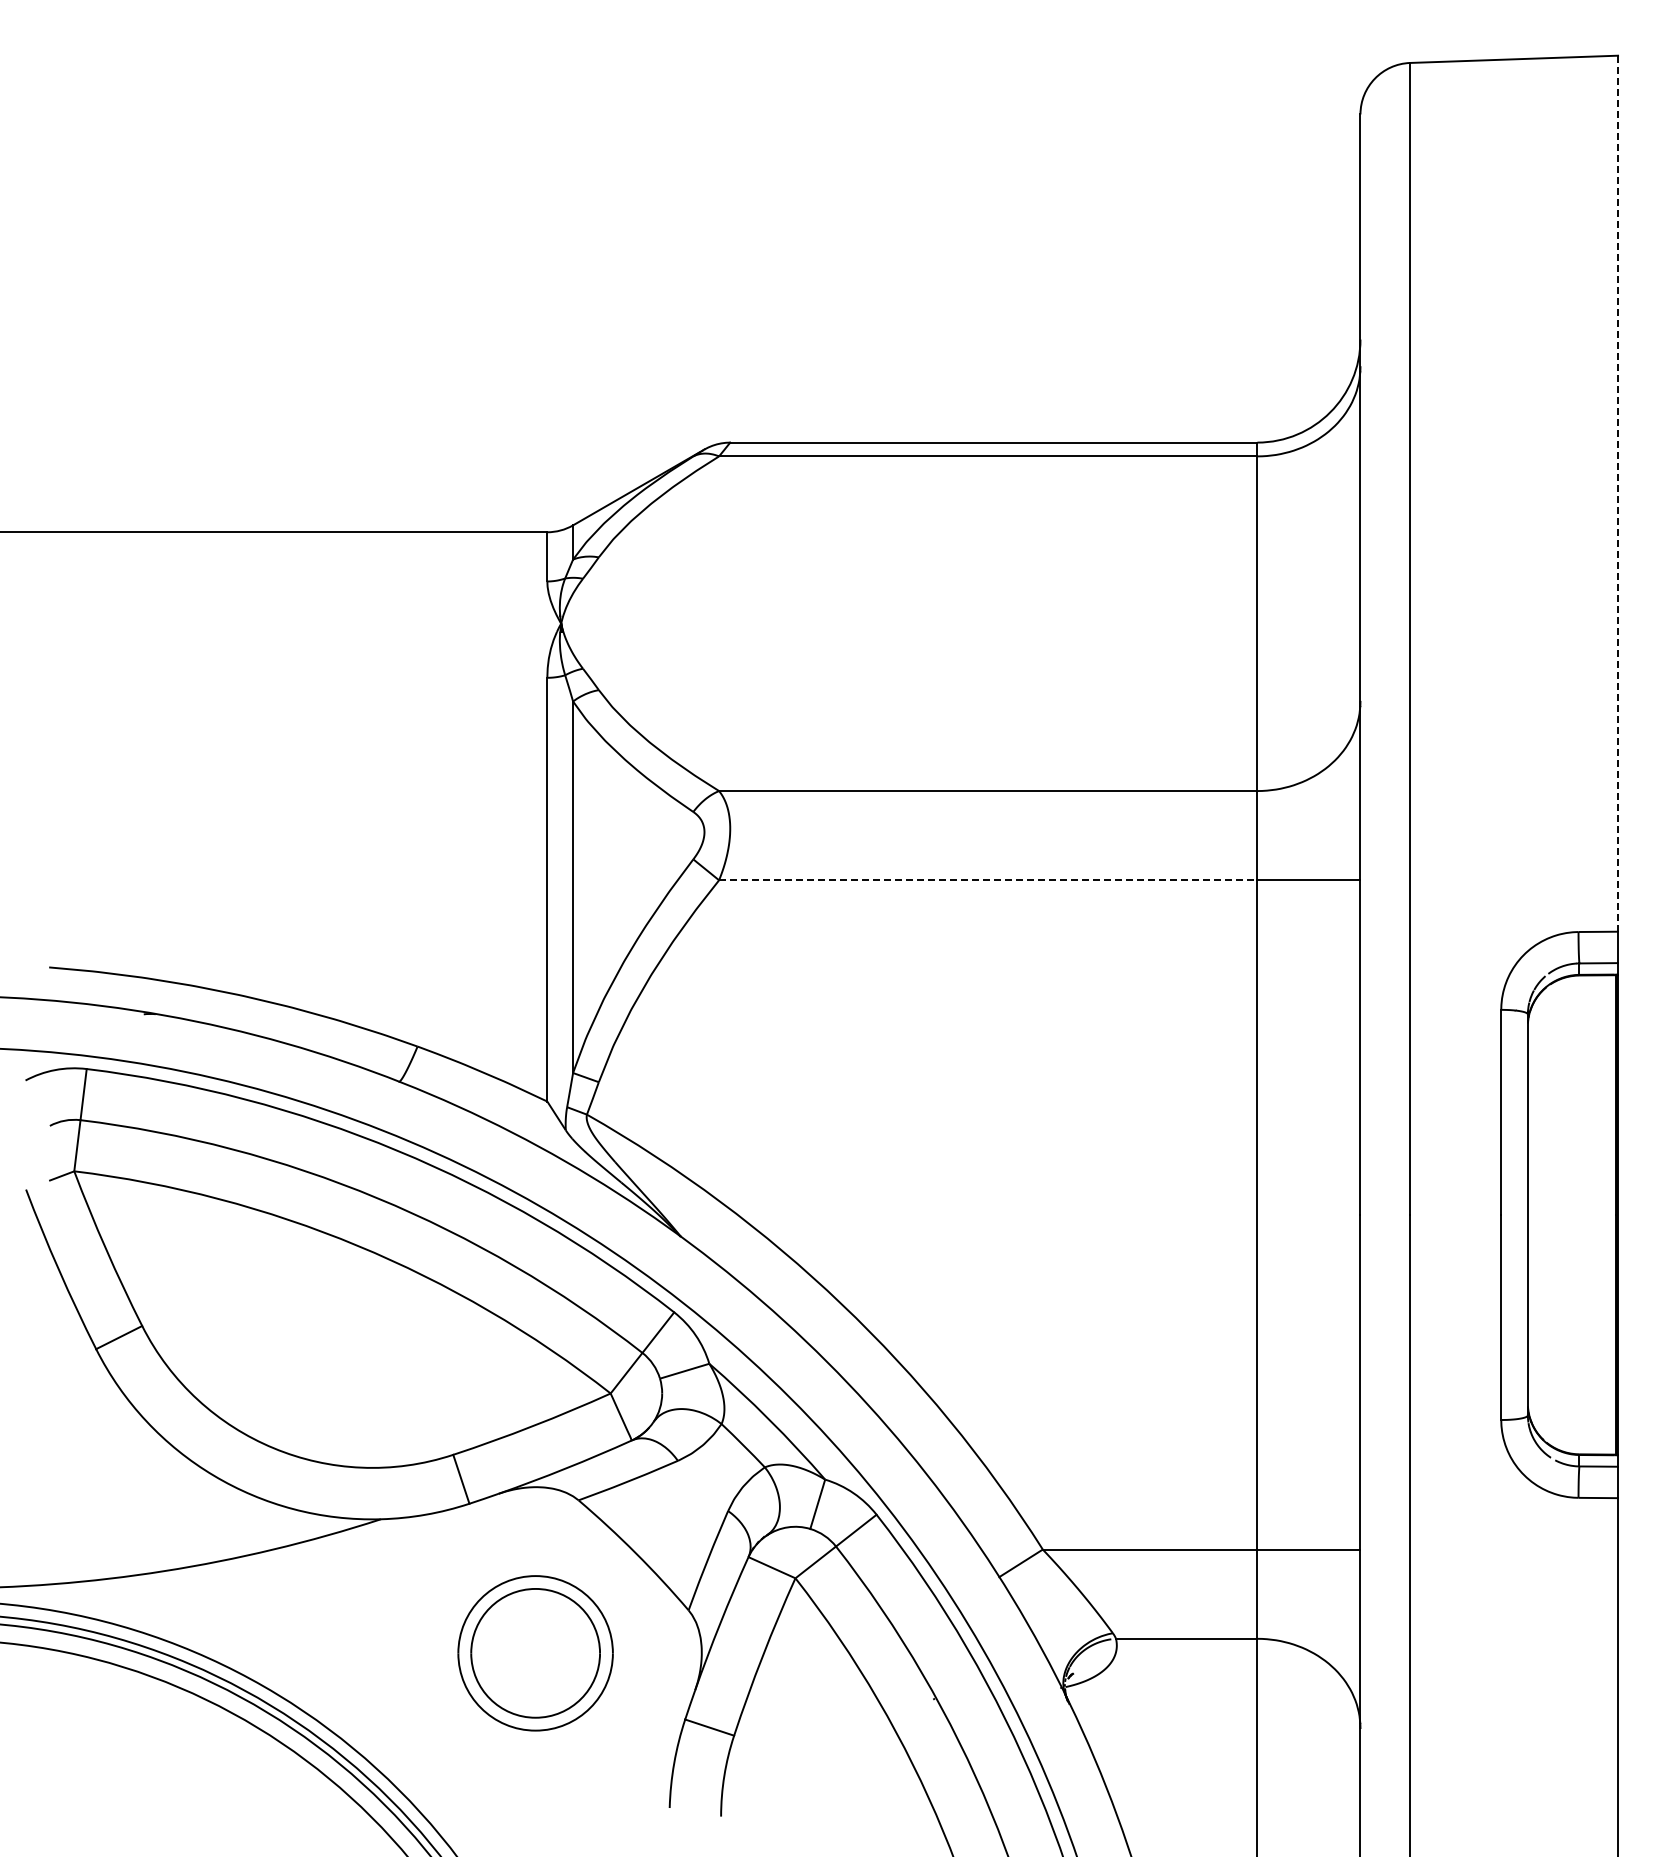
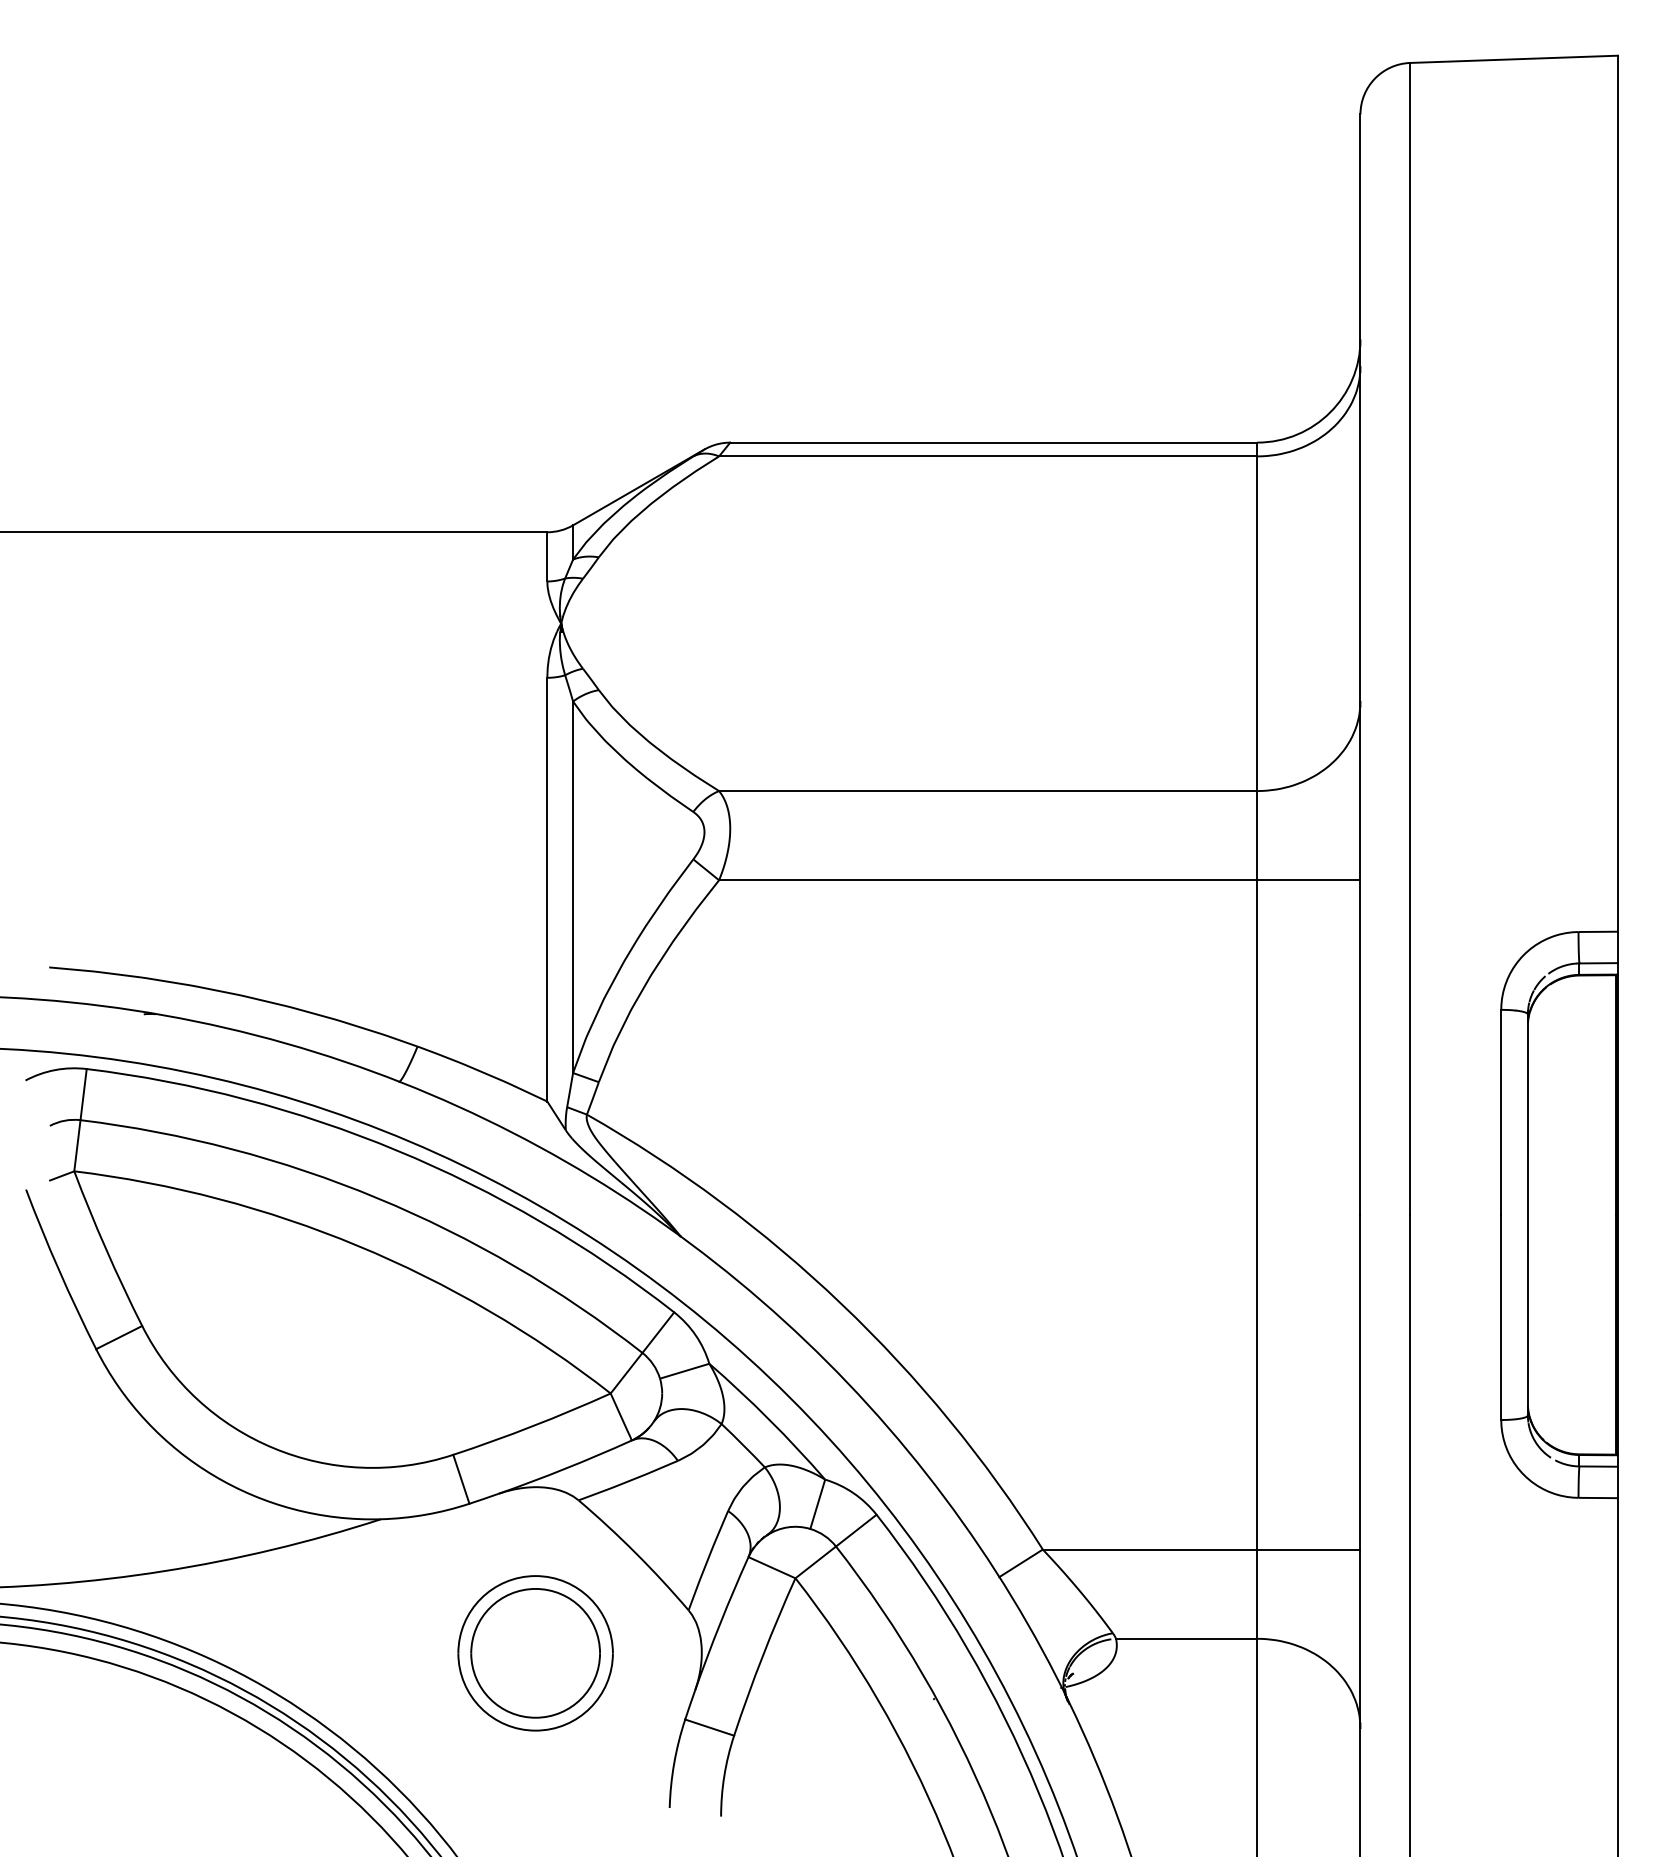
line at (1618, 494): dashed -> solid
line at (988, 880): dashed -> solid
